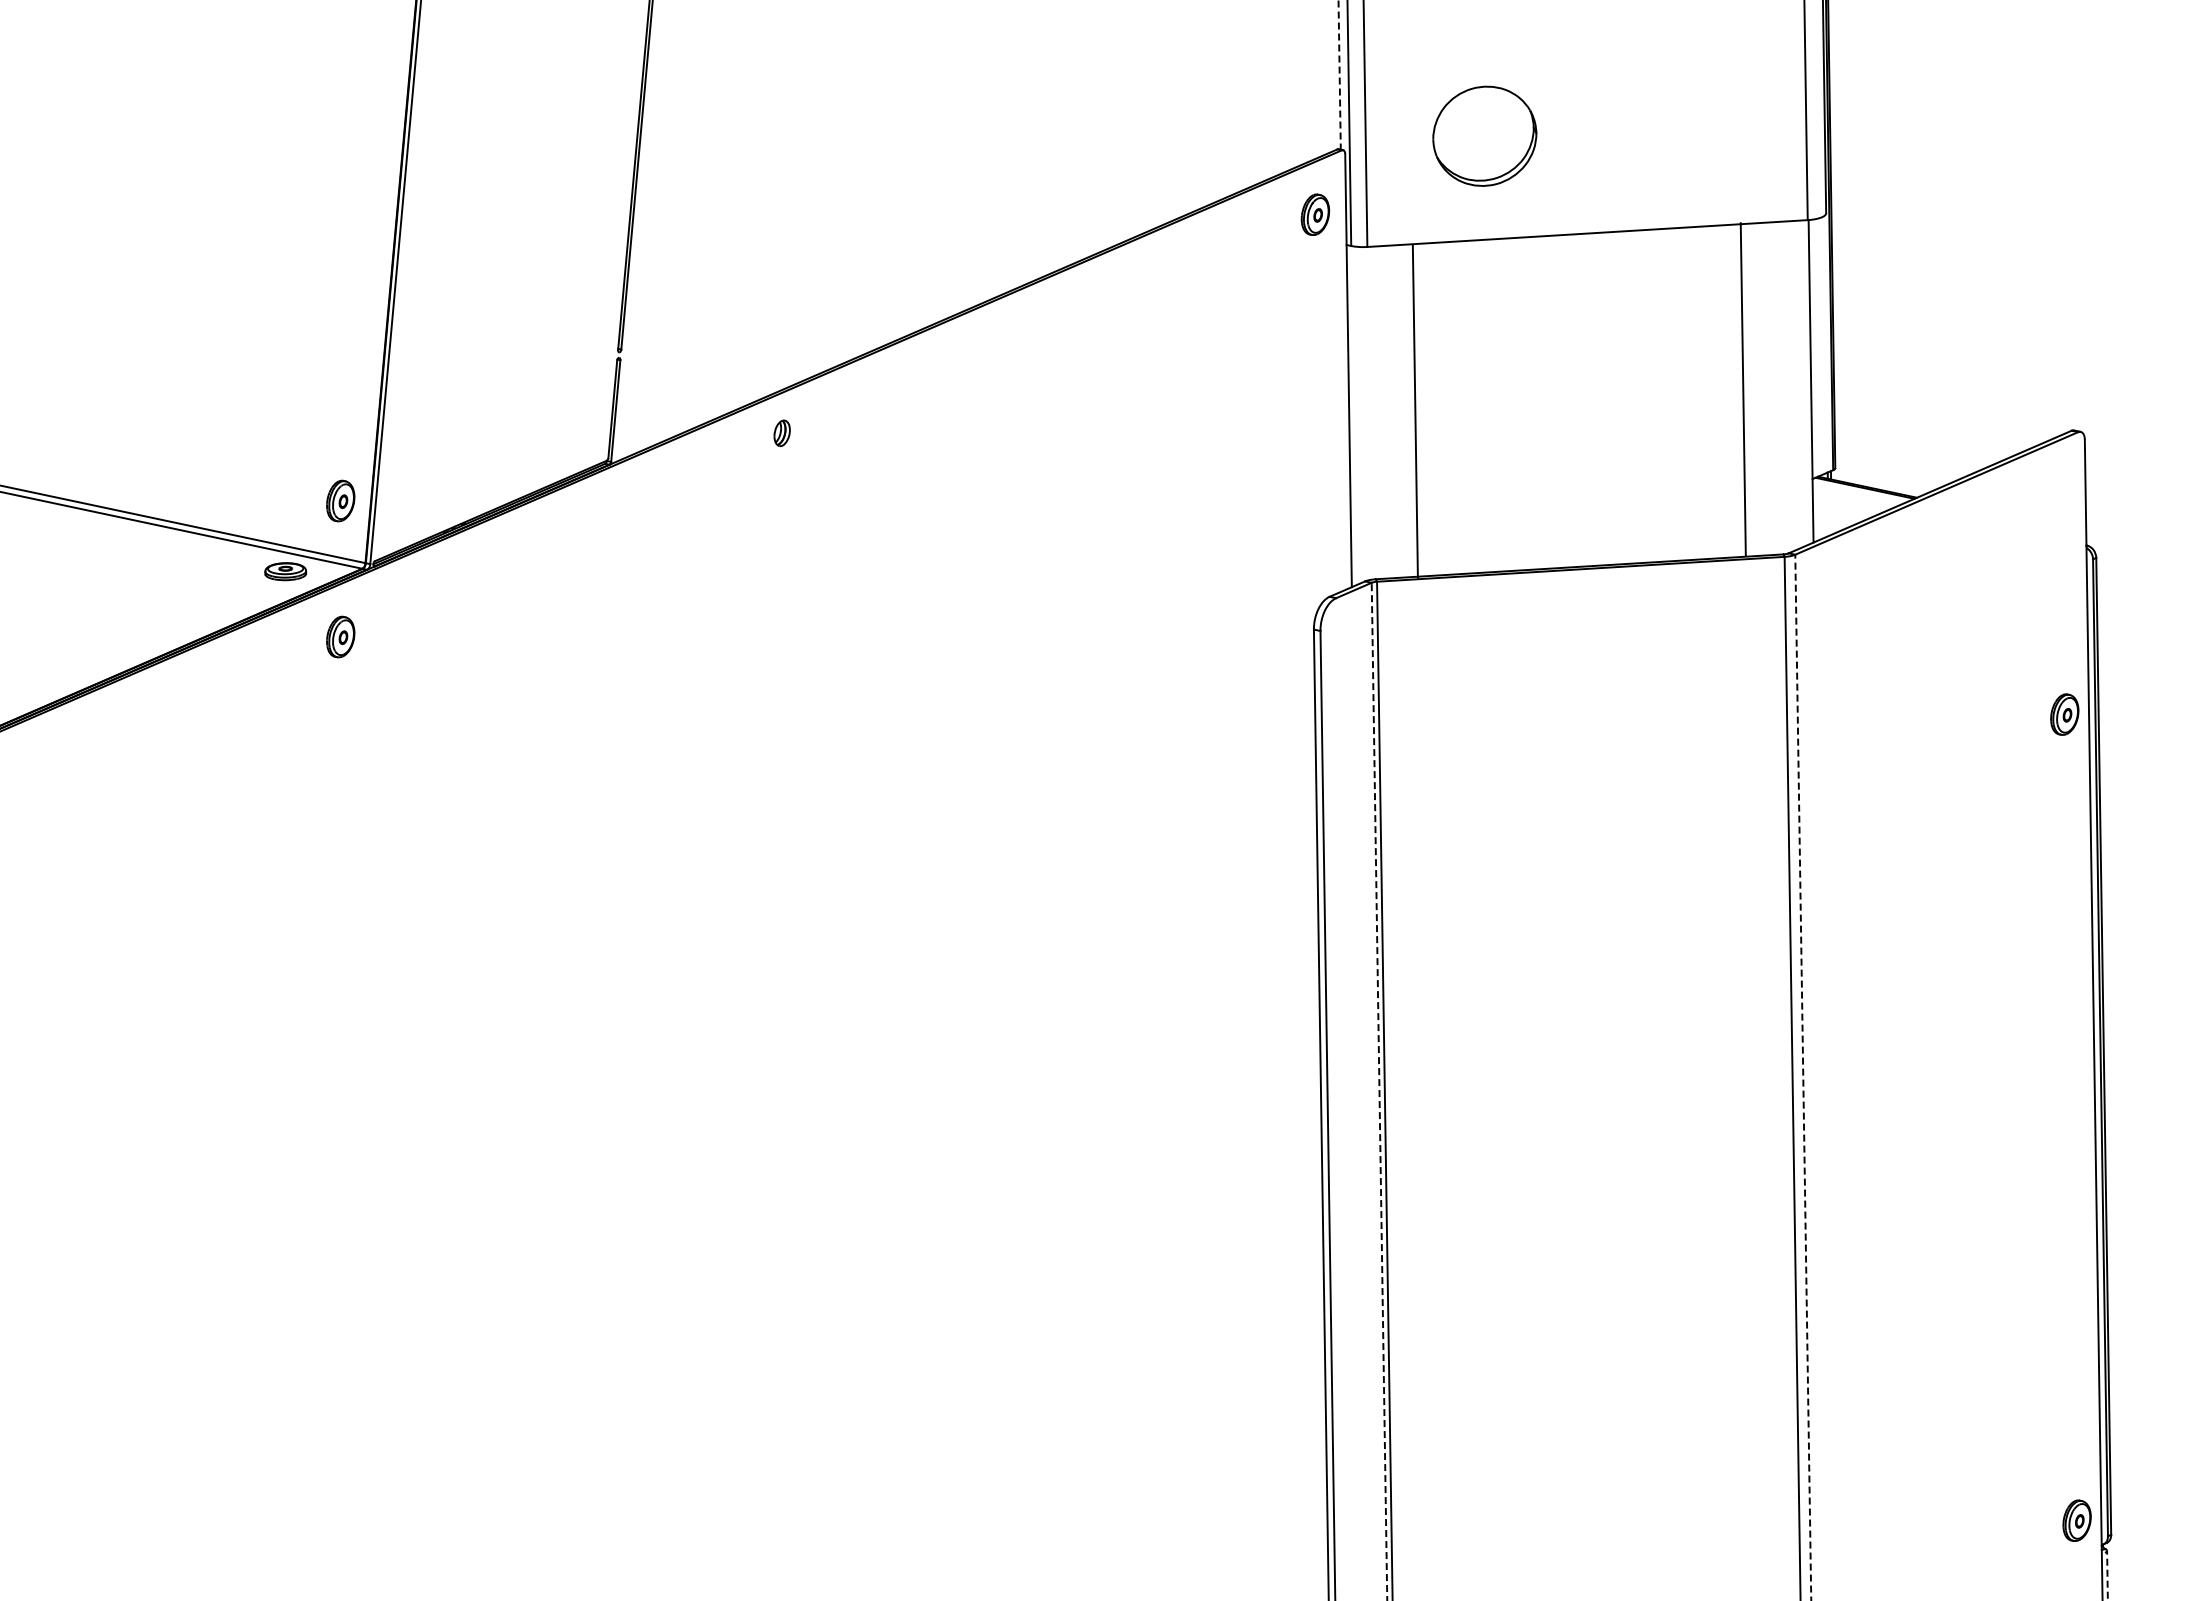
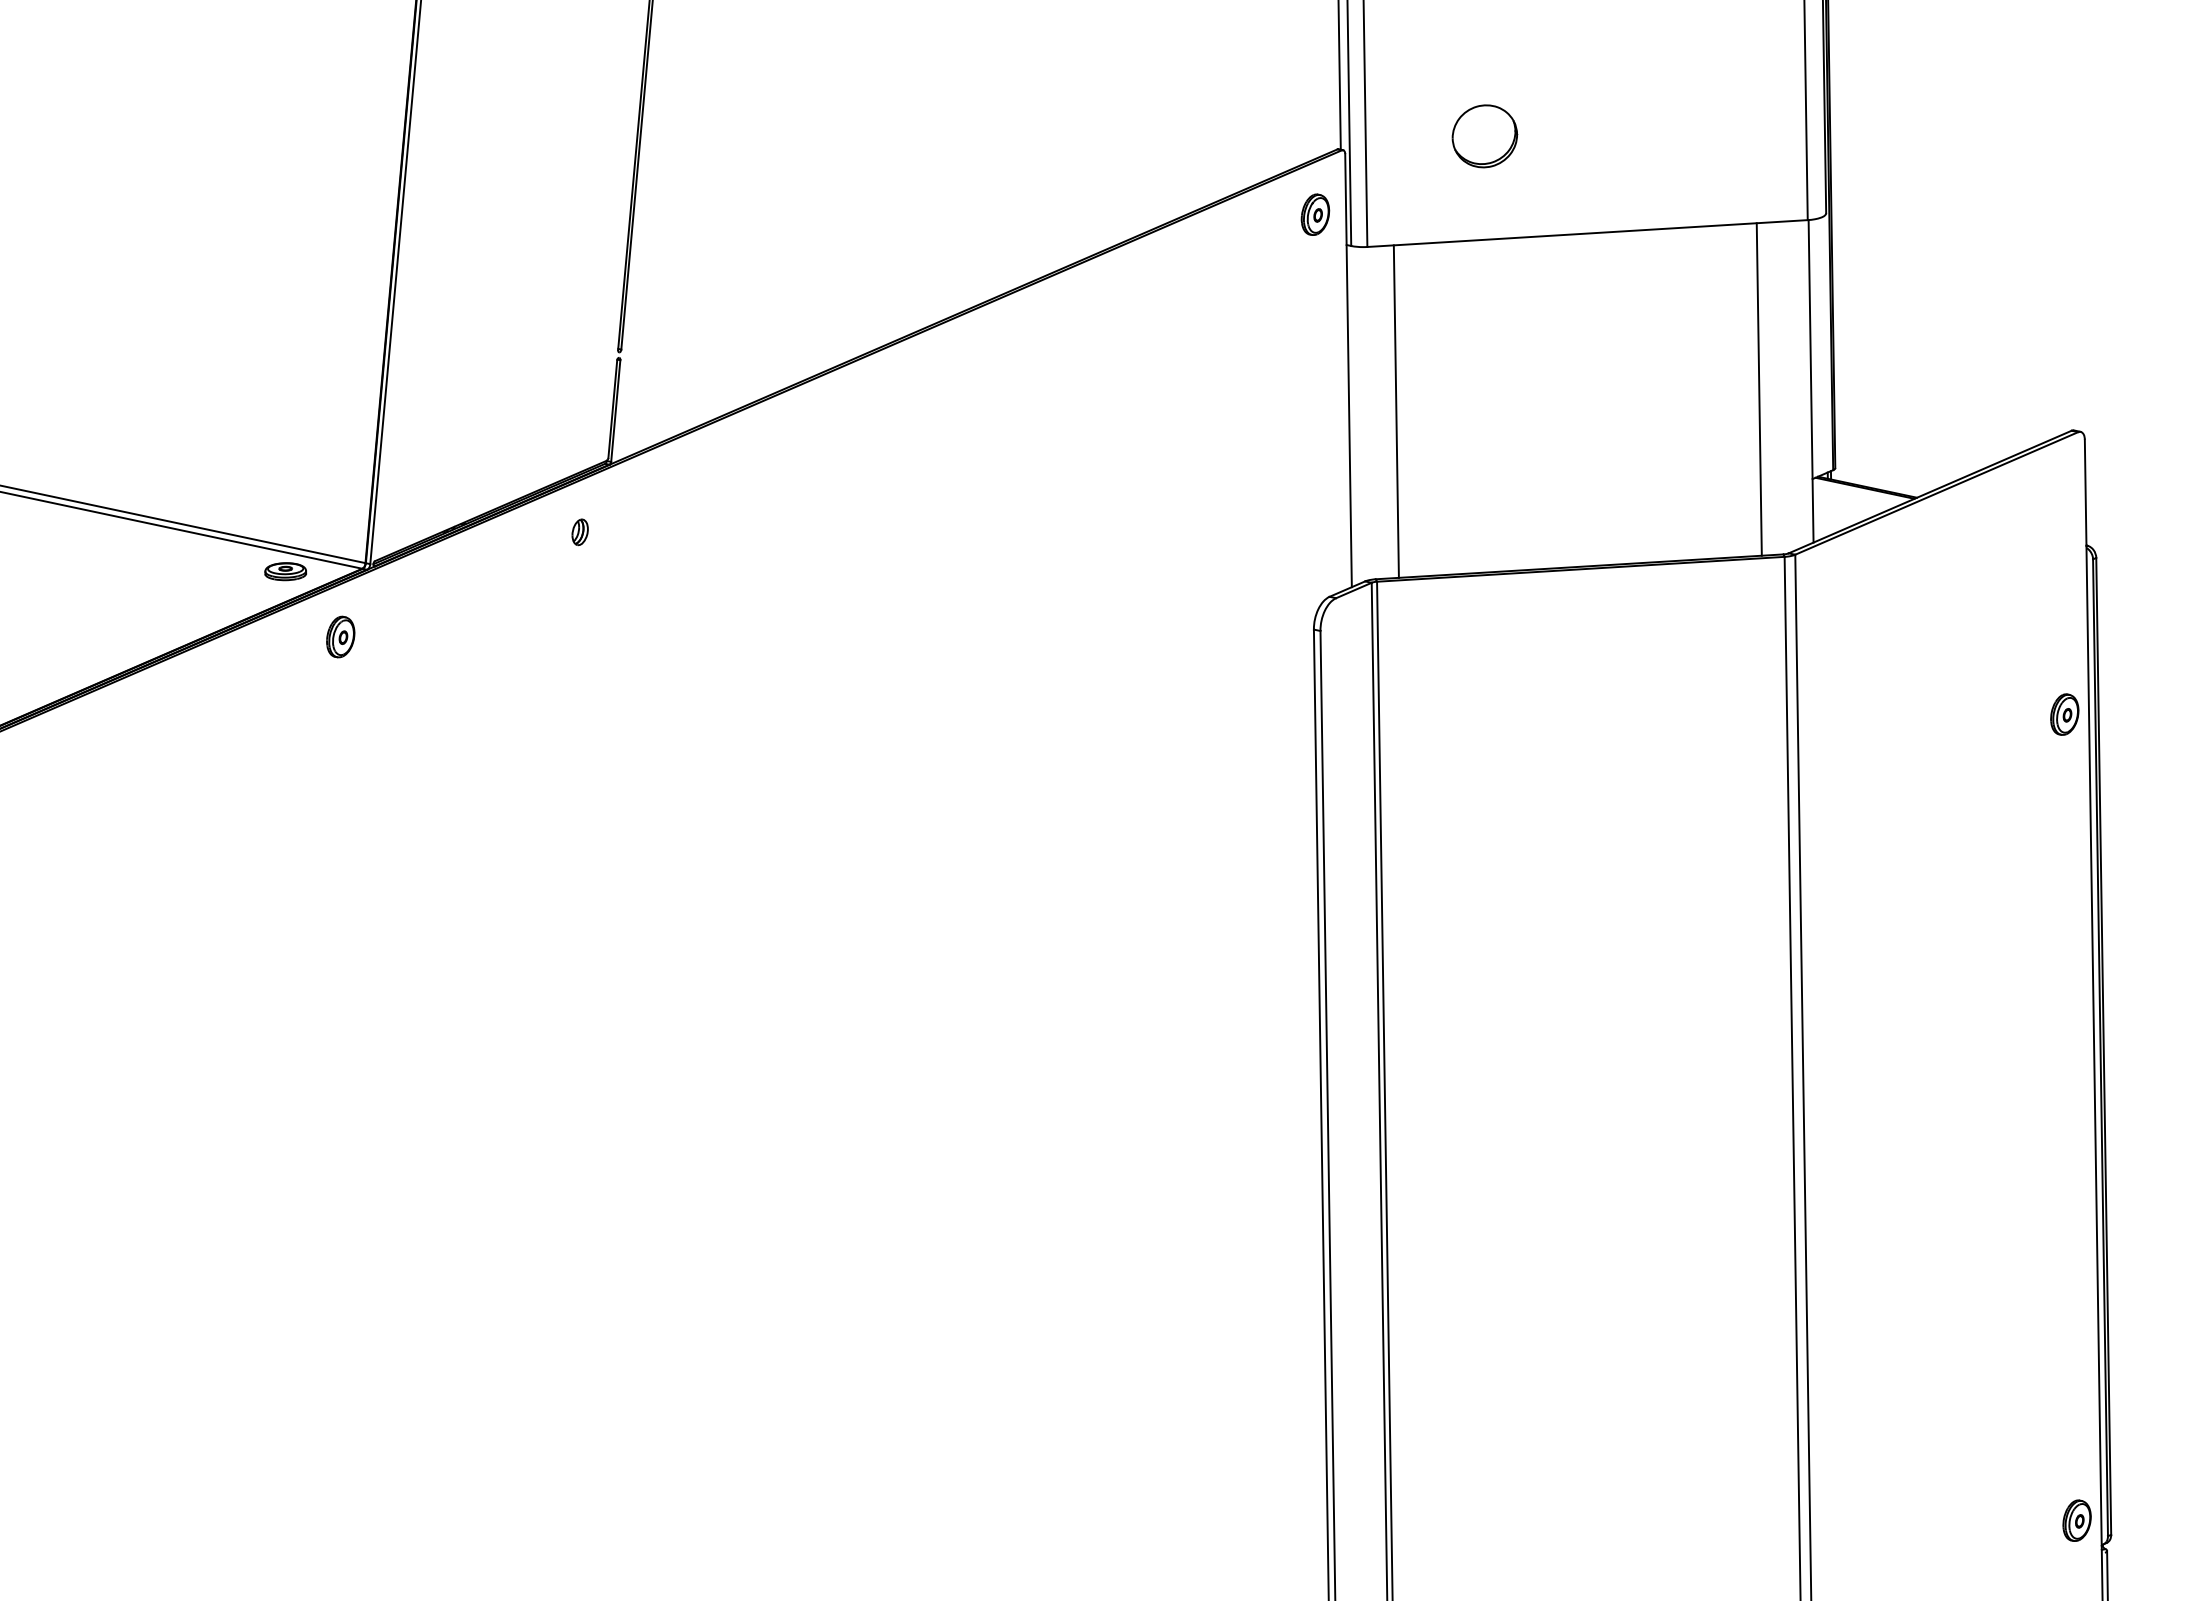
line at (1339, 75): dashed -> solid
part at (1484, 135) size: 106x102 px -> 68x65 px
line at (1742, 389) position: (1742, 389) -> (1758, 389)
line at (1414, 411) position: (1414, 411) -> (1395, 411)
part at (781, 433) position: (781, 433) -> (579, 532)
part at (340, 500): present -> none
line at (1803, 1077): dashed -> solid
line at (1379, 1091): dashed -> solid
line at (2107, 1575): dashed -> solid
